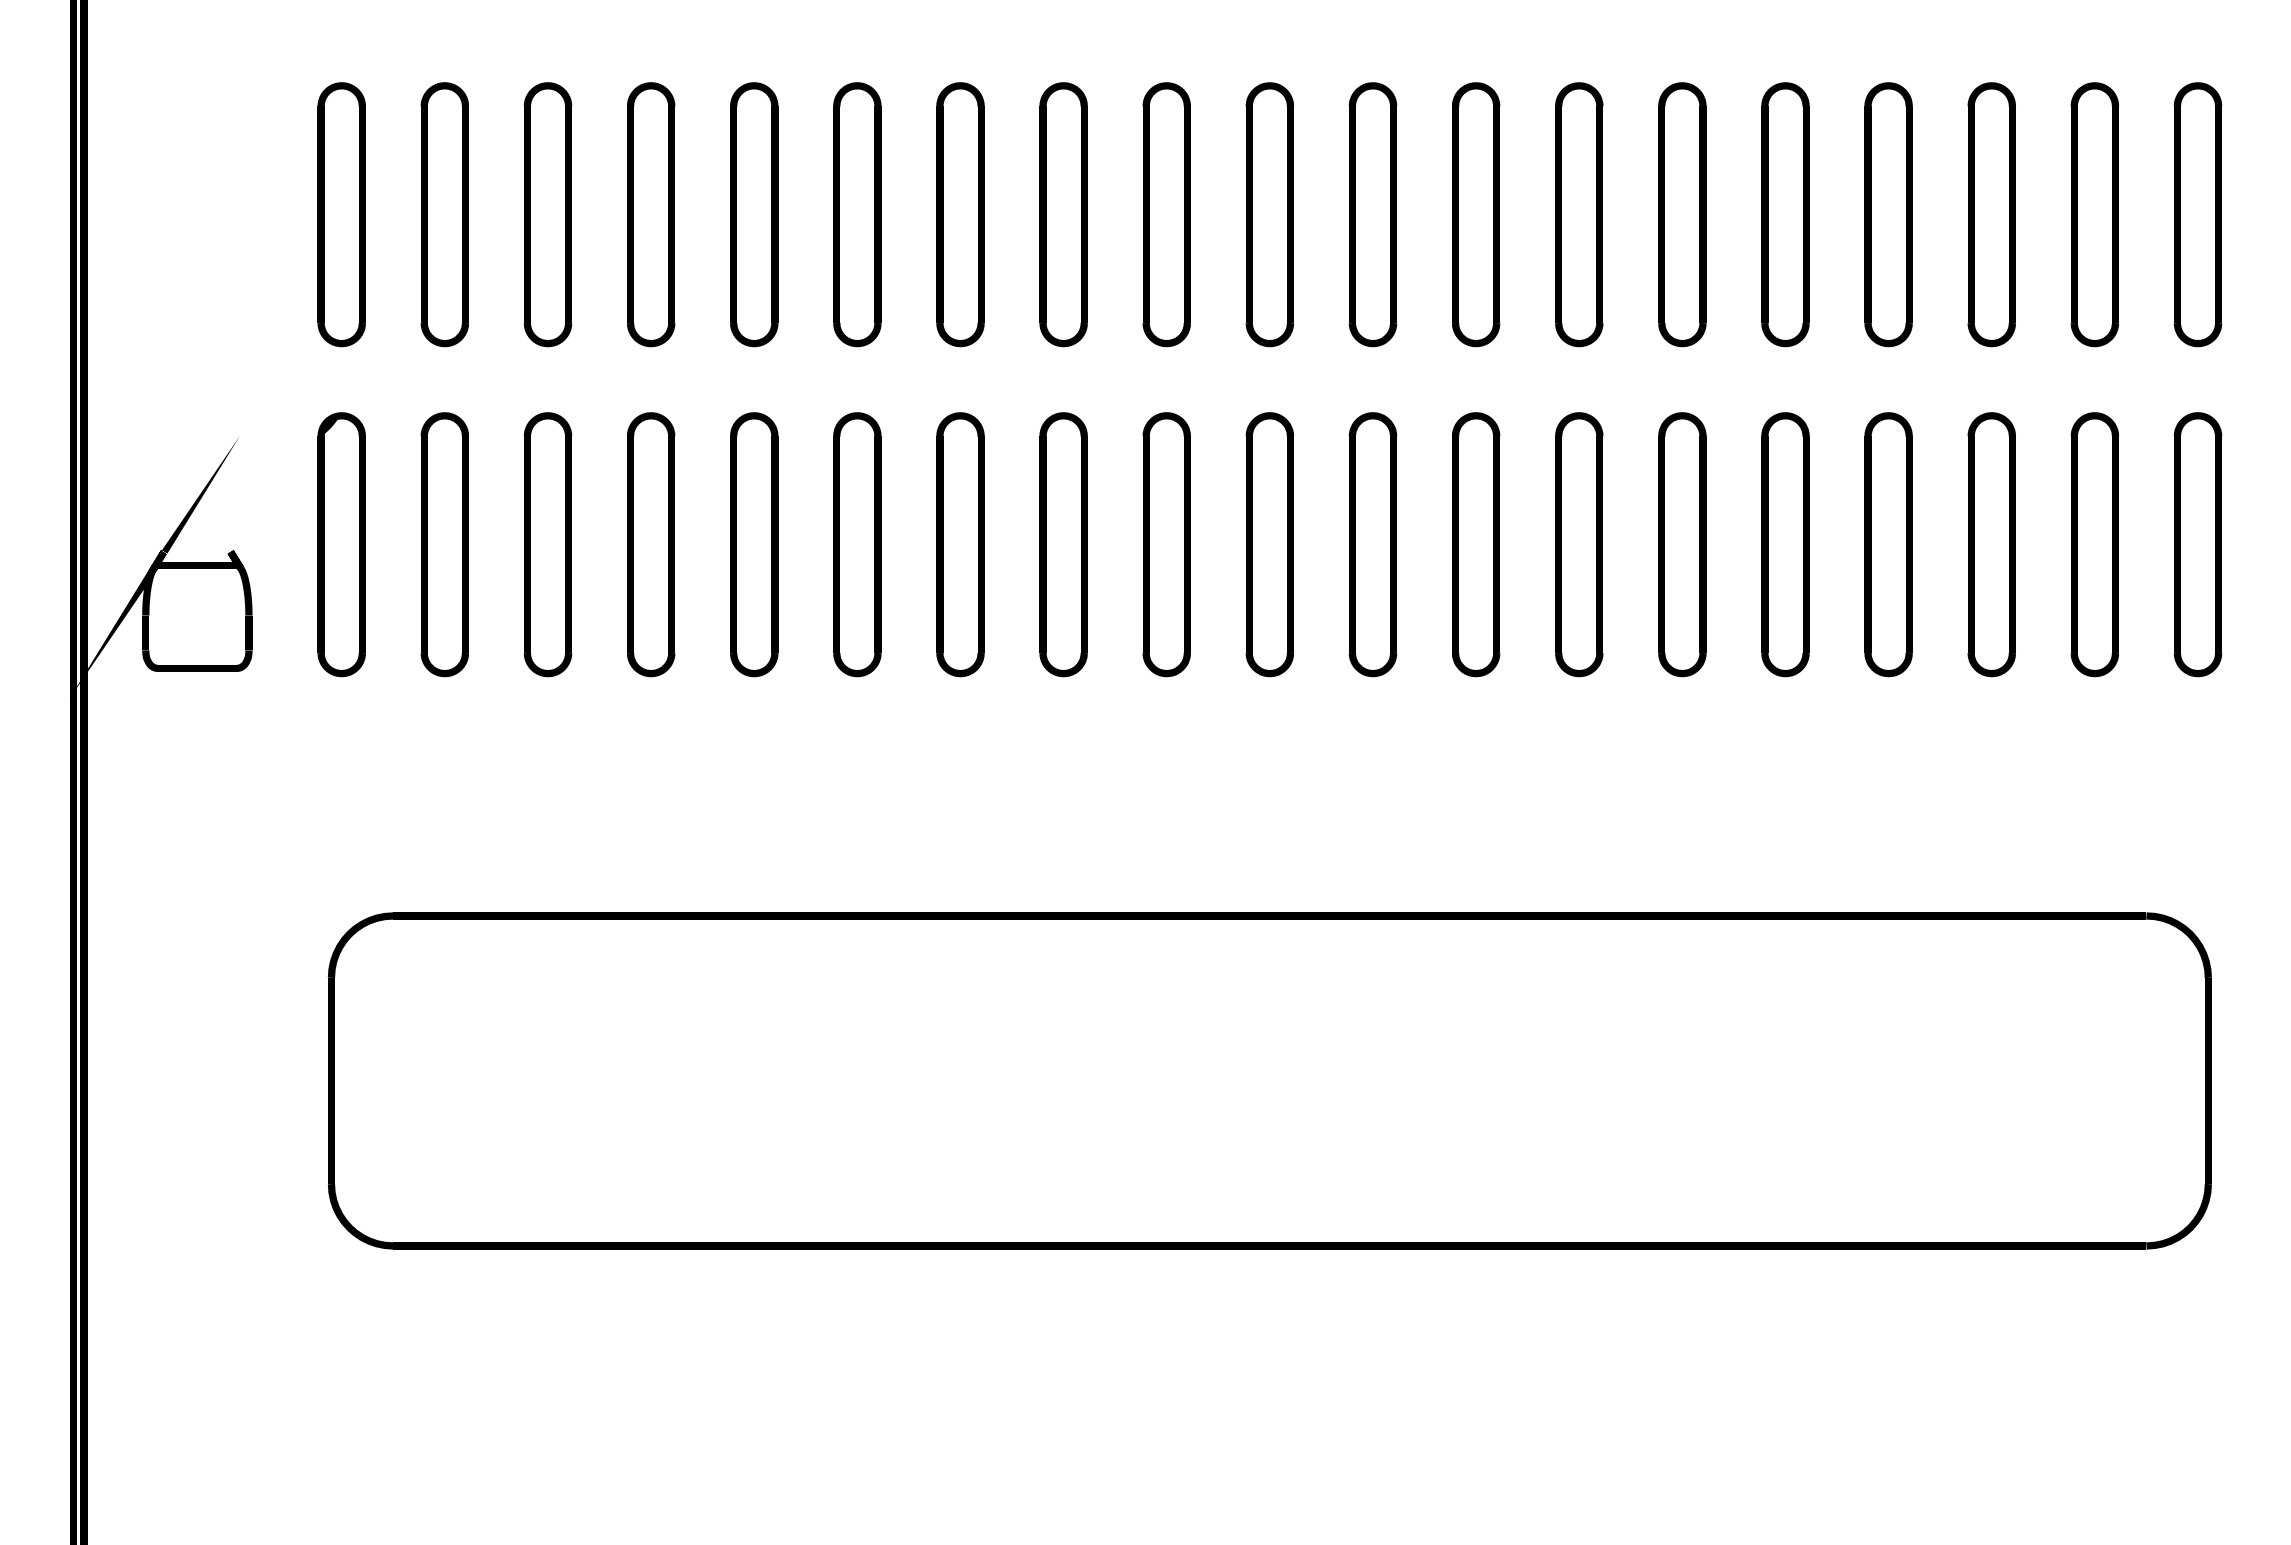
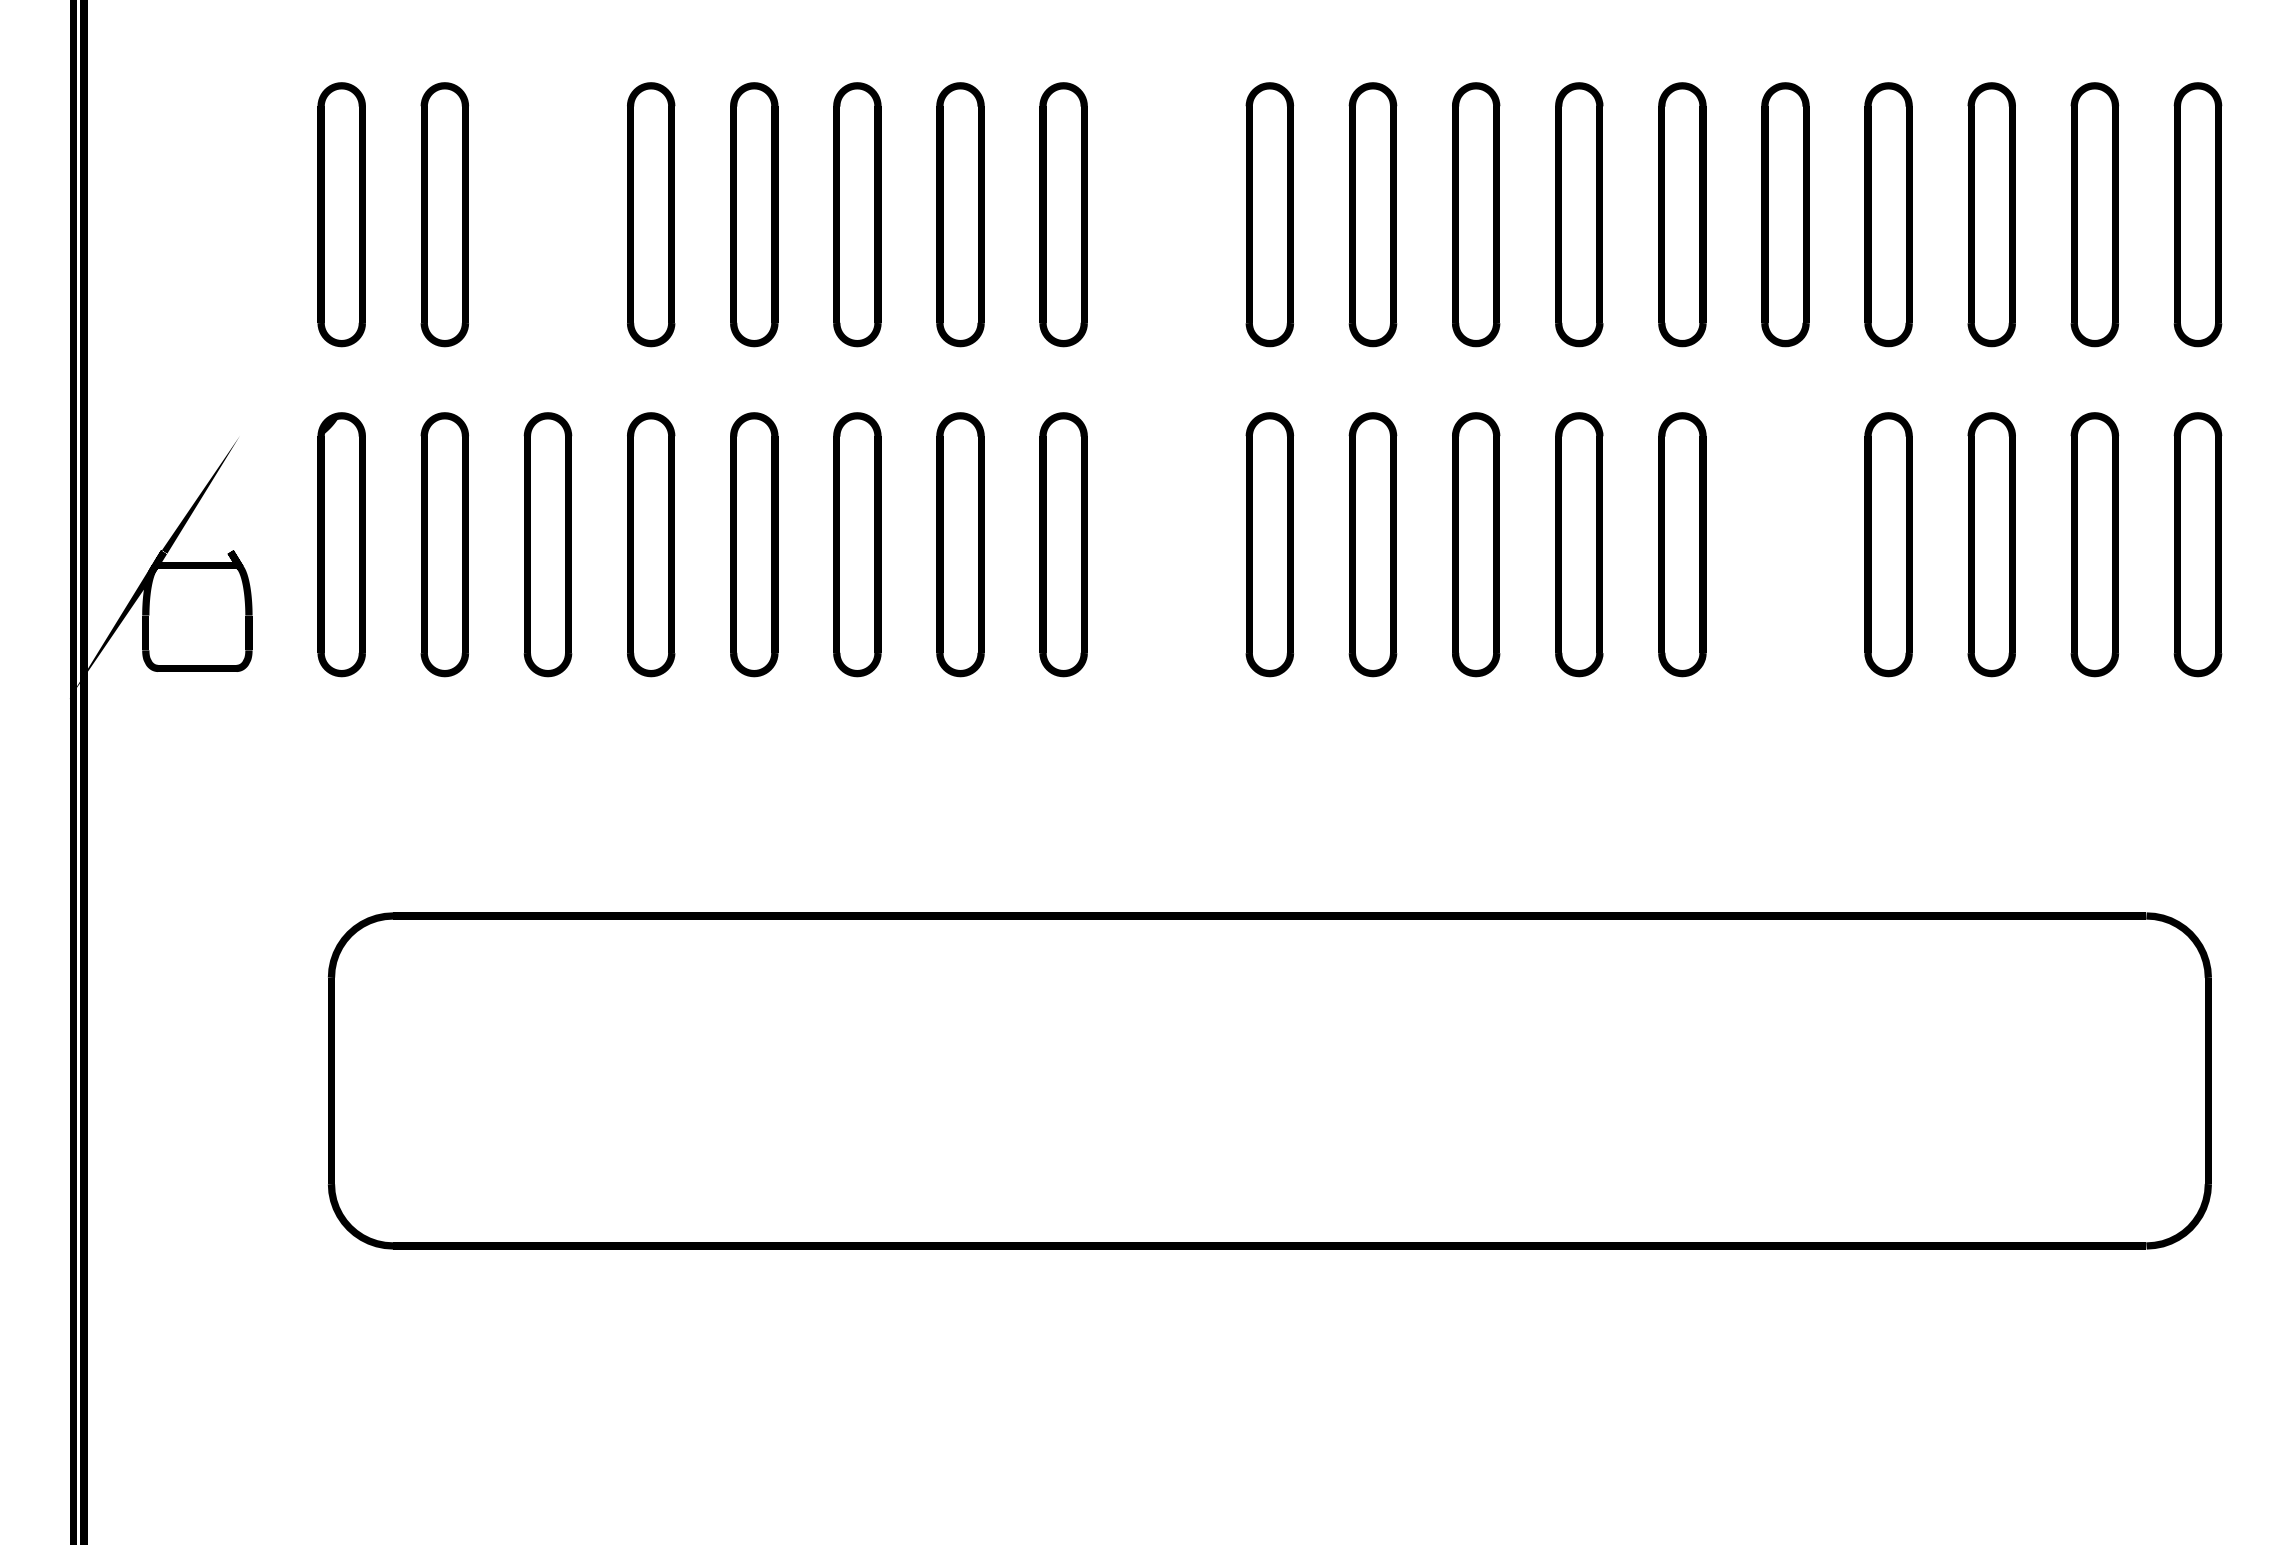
part at (547, 214): present -> none
part at (1166, 214): present -> none
part at (1166, 544): present -> none
part at (1785, 544): present -> none
